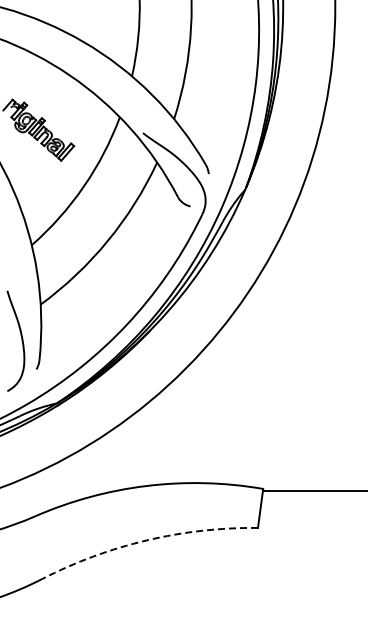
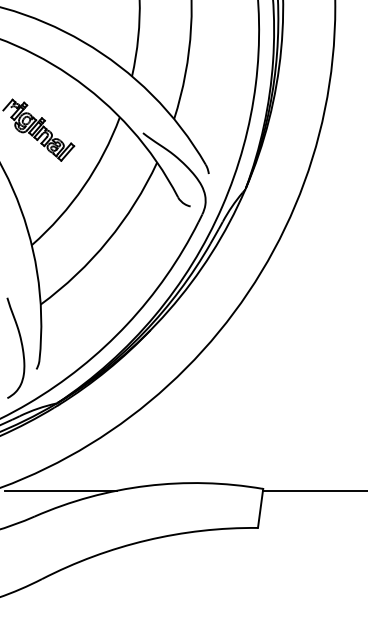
curve at (21, 340) position: (21, 340) -> (21, 347)
line at (60, 490): none -> present
arc at (146, 540): dashed -> solid
